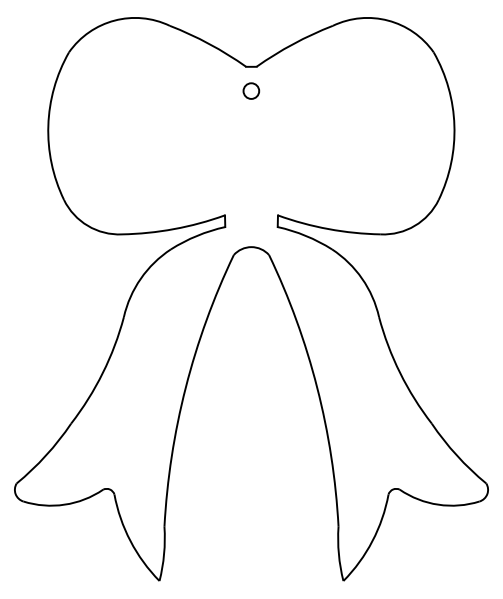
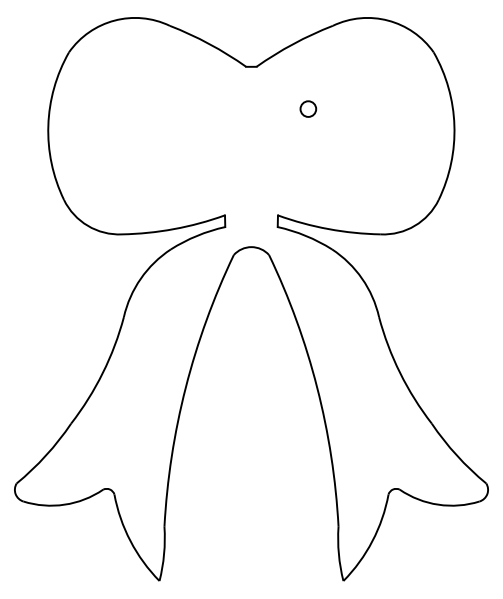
circle at (251, 90) position: (251, 90) -> (308, 108)
